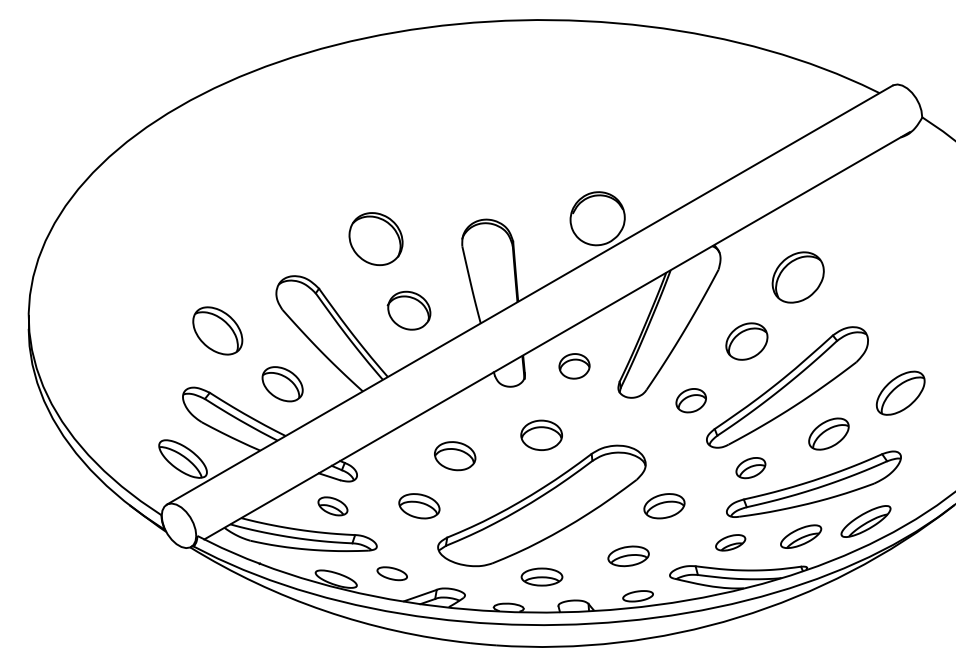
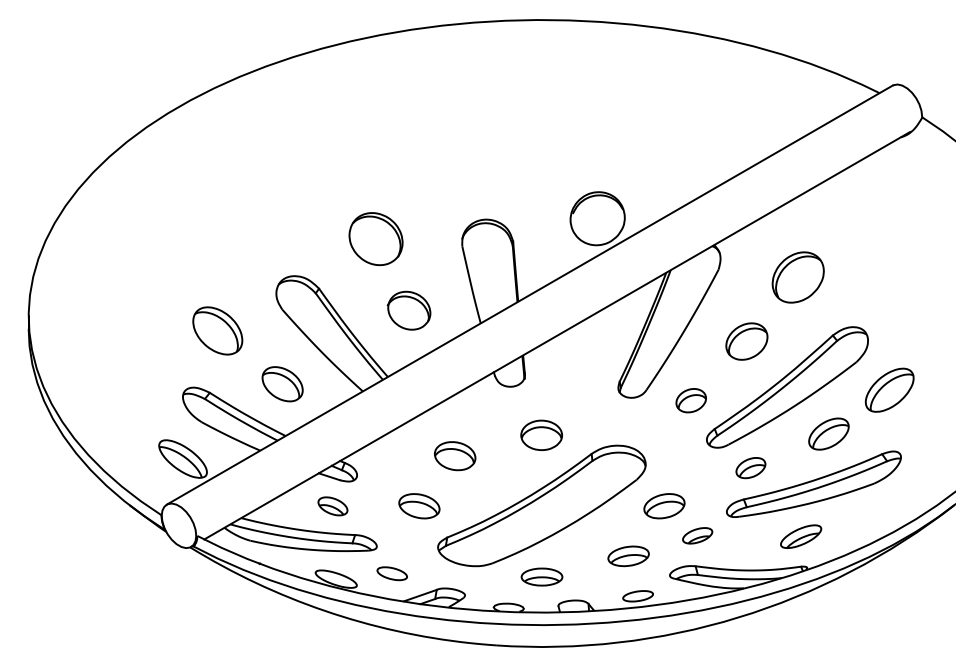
part at (574, 366): present -> none
part at (900, 392) position: (900, 392) -> (889, 389)
part at (865, 521): present -> none
part at (730, 542) position: (730, 542) -> (697, 535)
